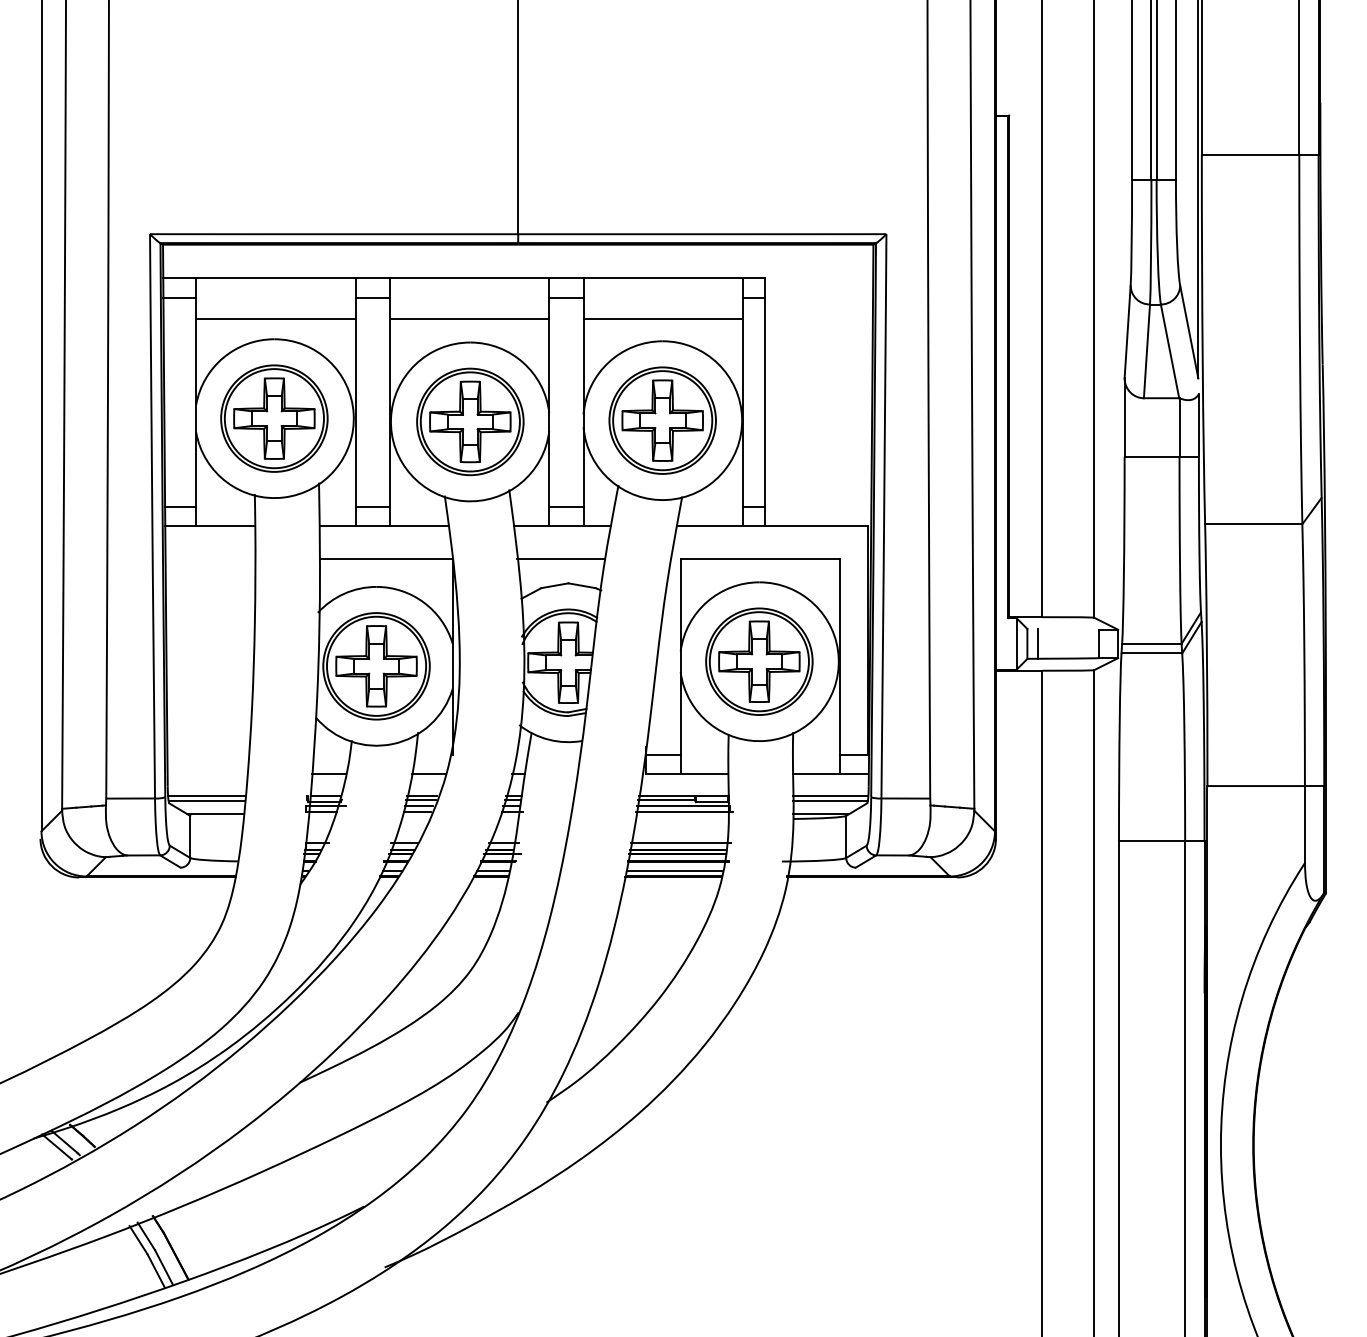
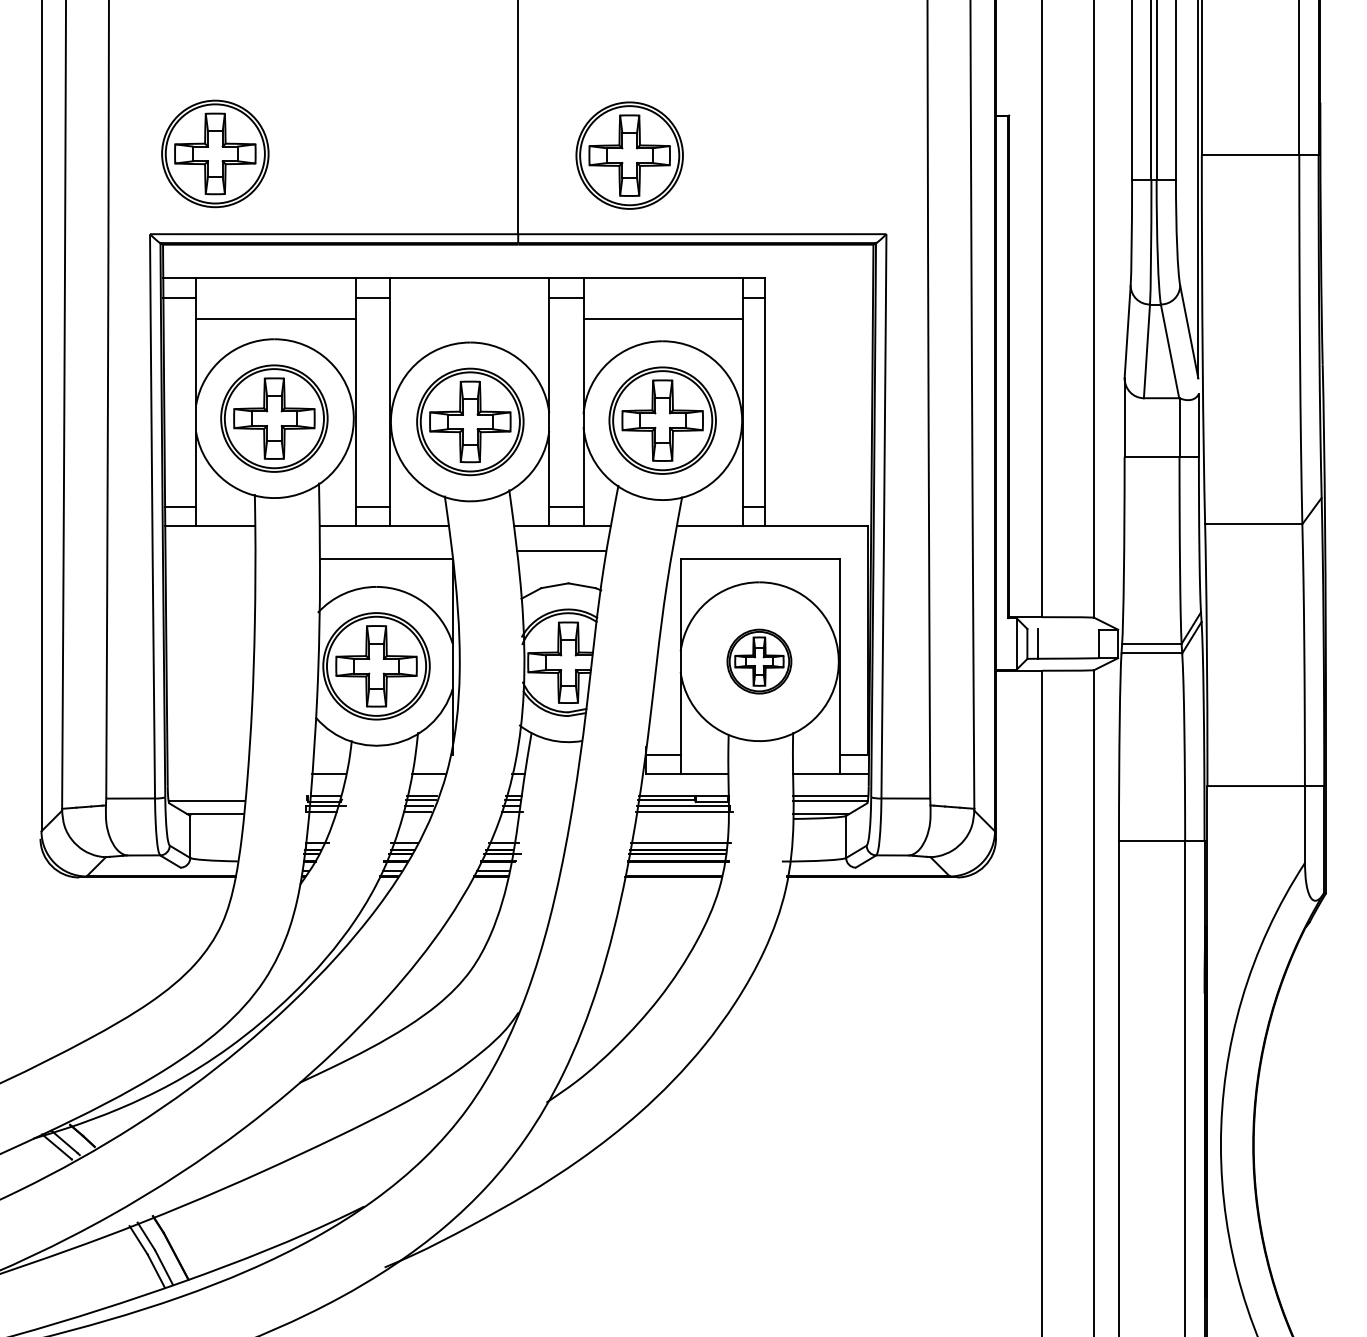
part at (215, 153): none -> present
part at (629, 155): none -> present
line at (469, 319): present -> none
line at (561, 558) position: (561, 558) -> (561, 550)
part at (759, 661) size: 109x109 px -> 67x67 px
line at (206, 795): present -> none
line at (674, 871): present -> none
